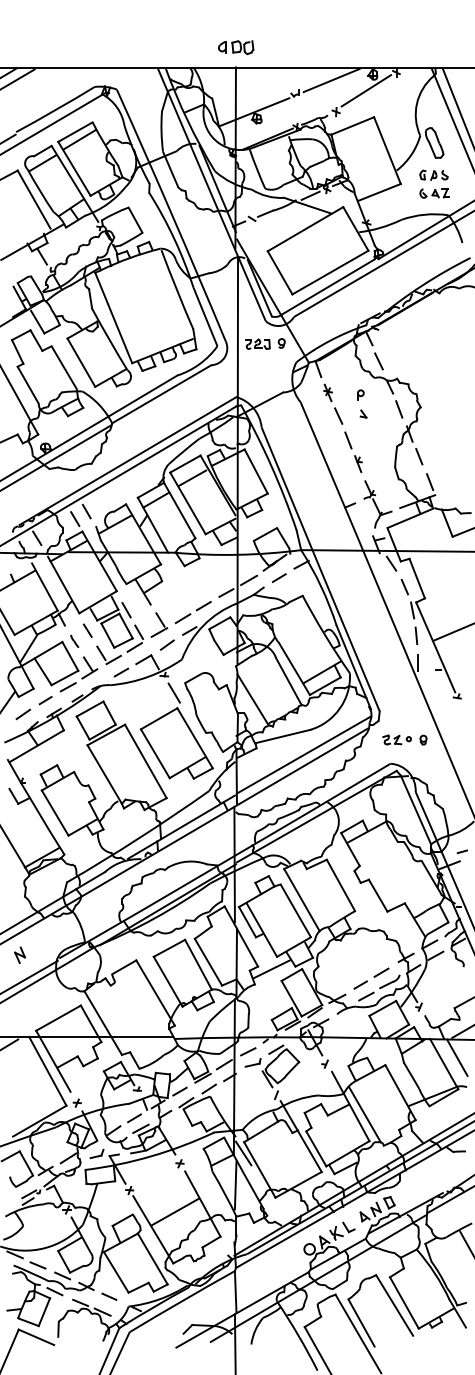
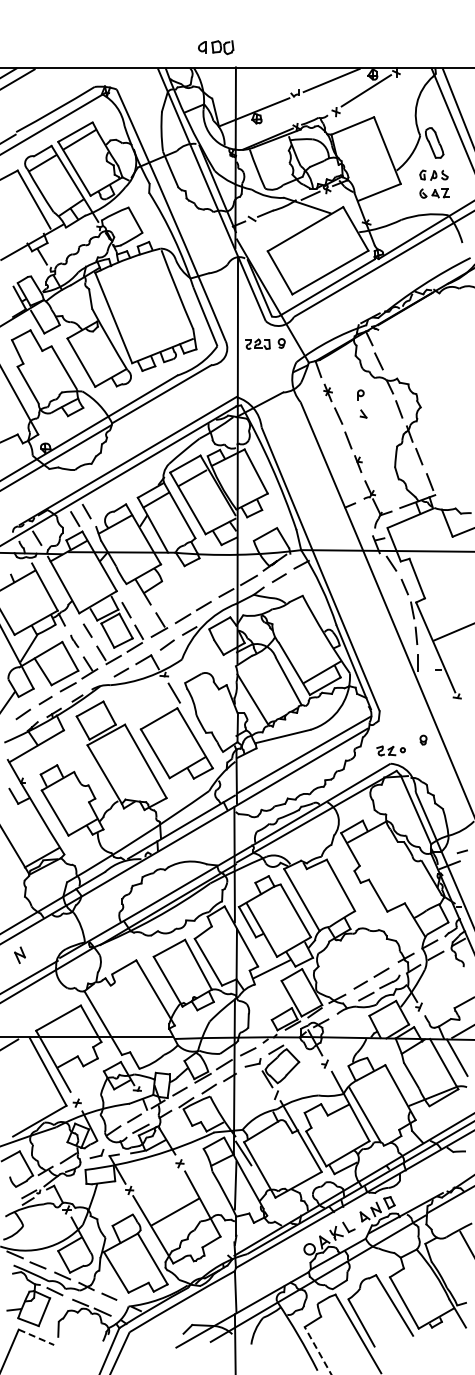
part at (236, 47) position: (236, 47) -> (216, 47)
part at (396, 739) position: (396, 739) -> (390, 750)
line at (36, 1337): solid -> dashed
line at (317, 1350): solid -> dashed
